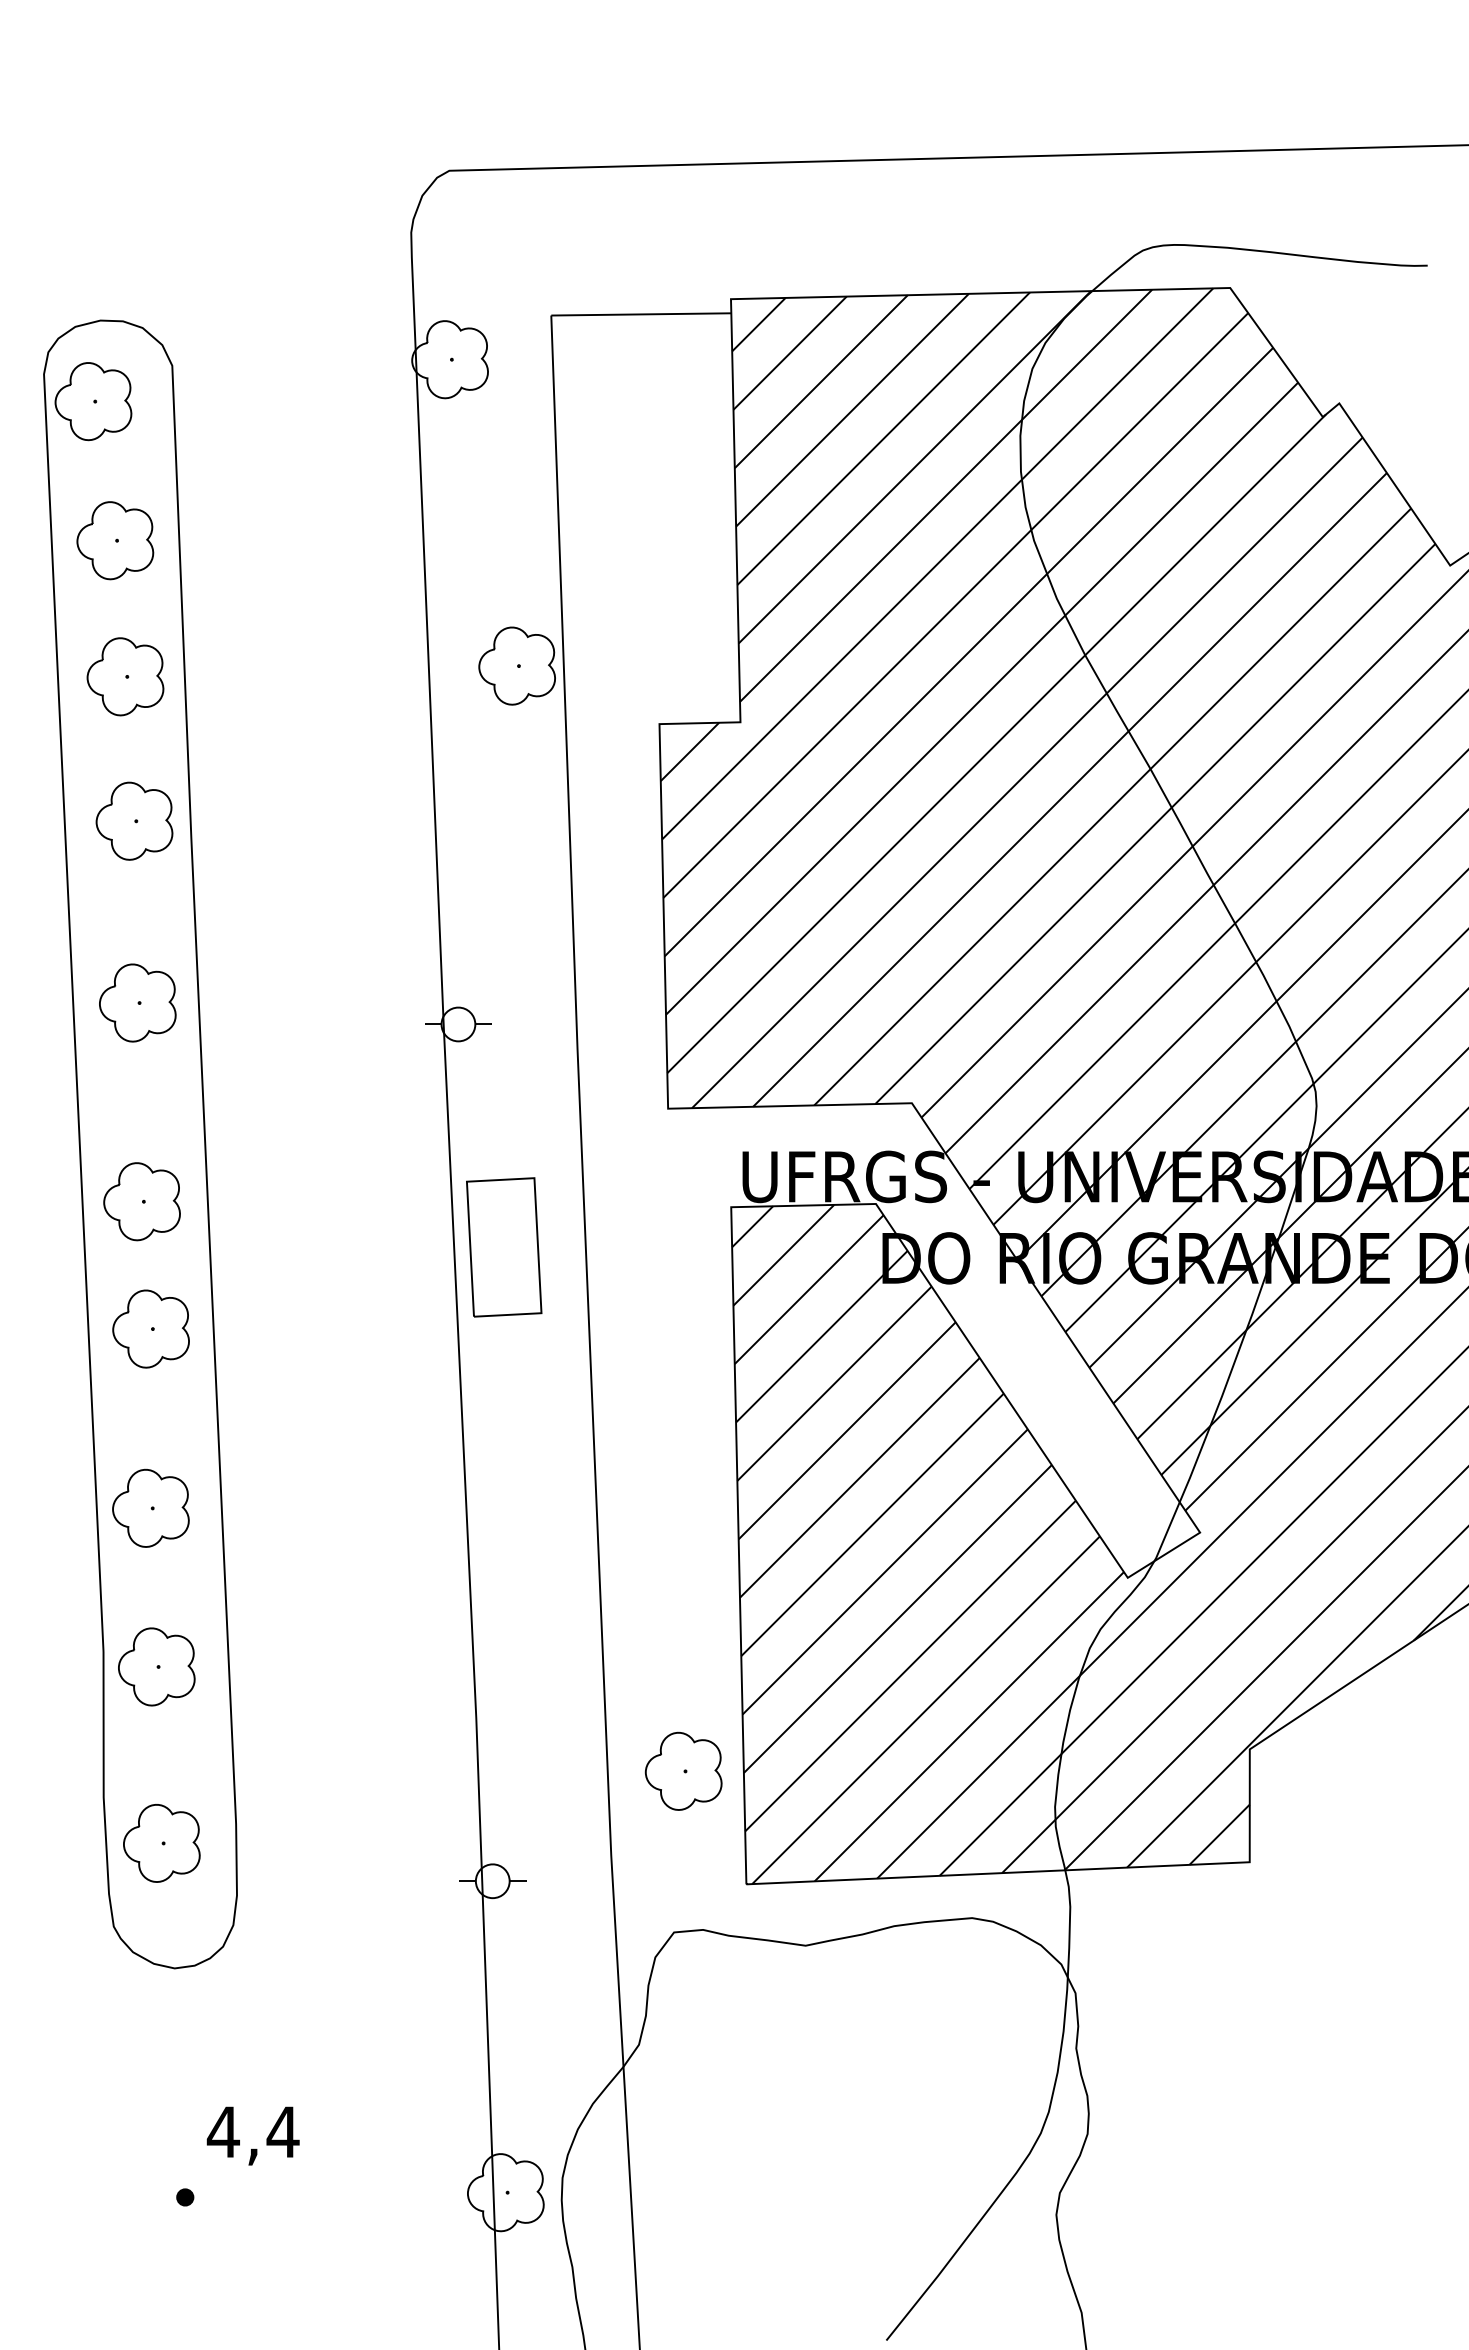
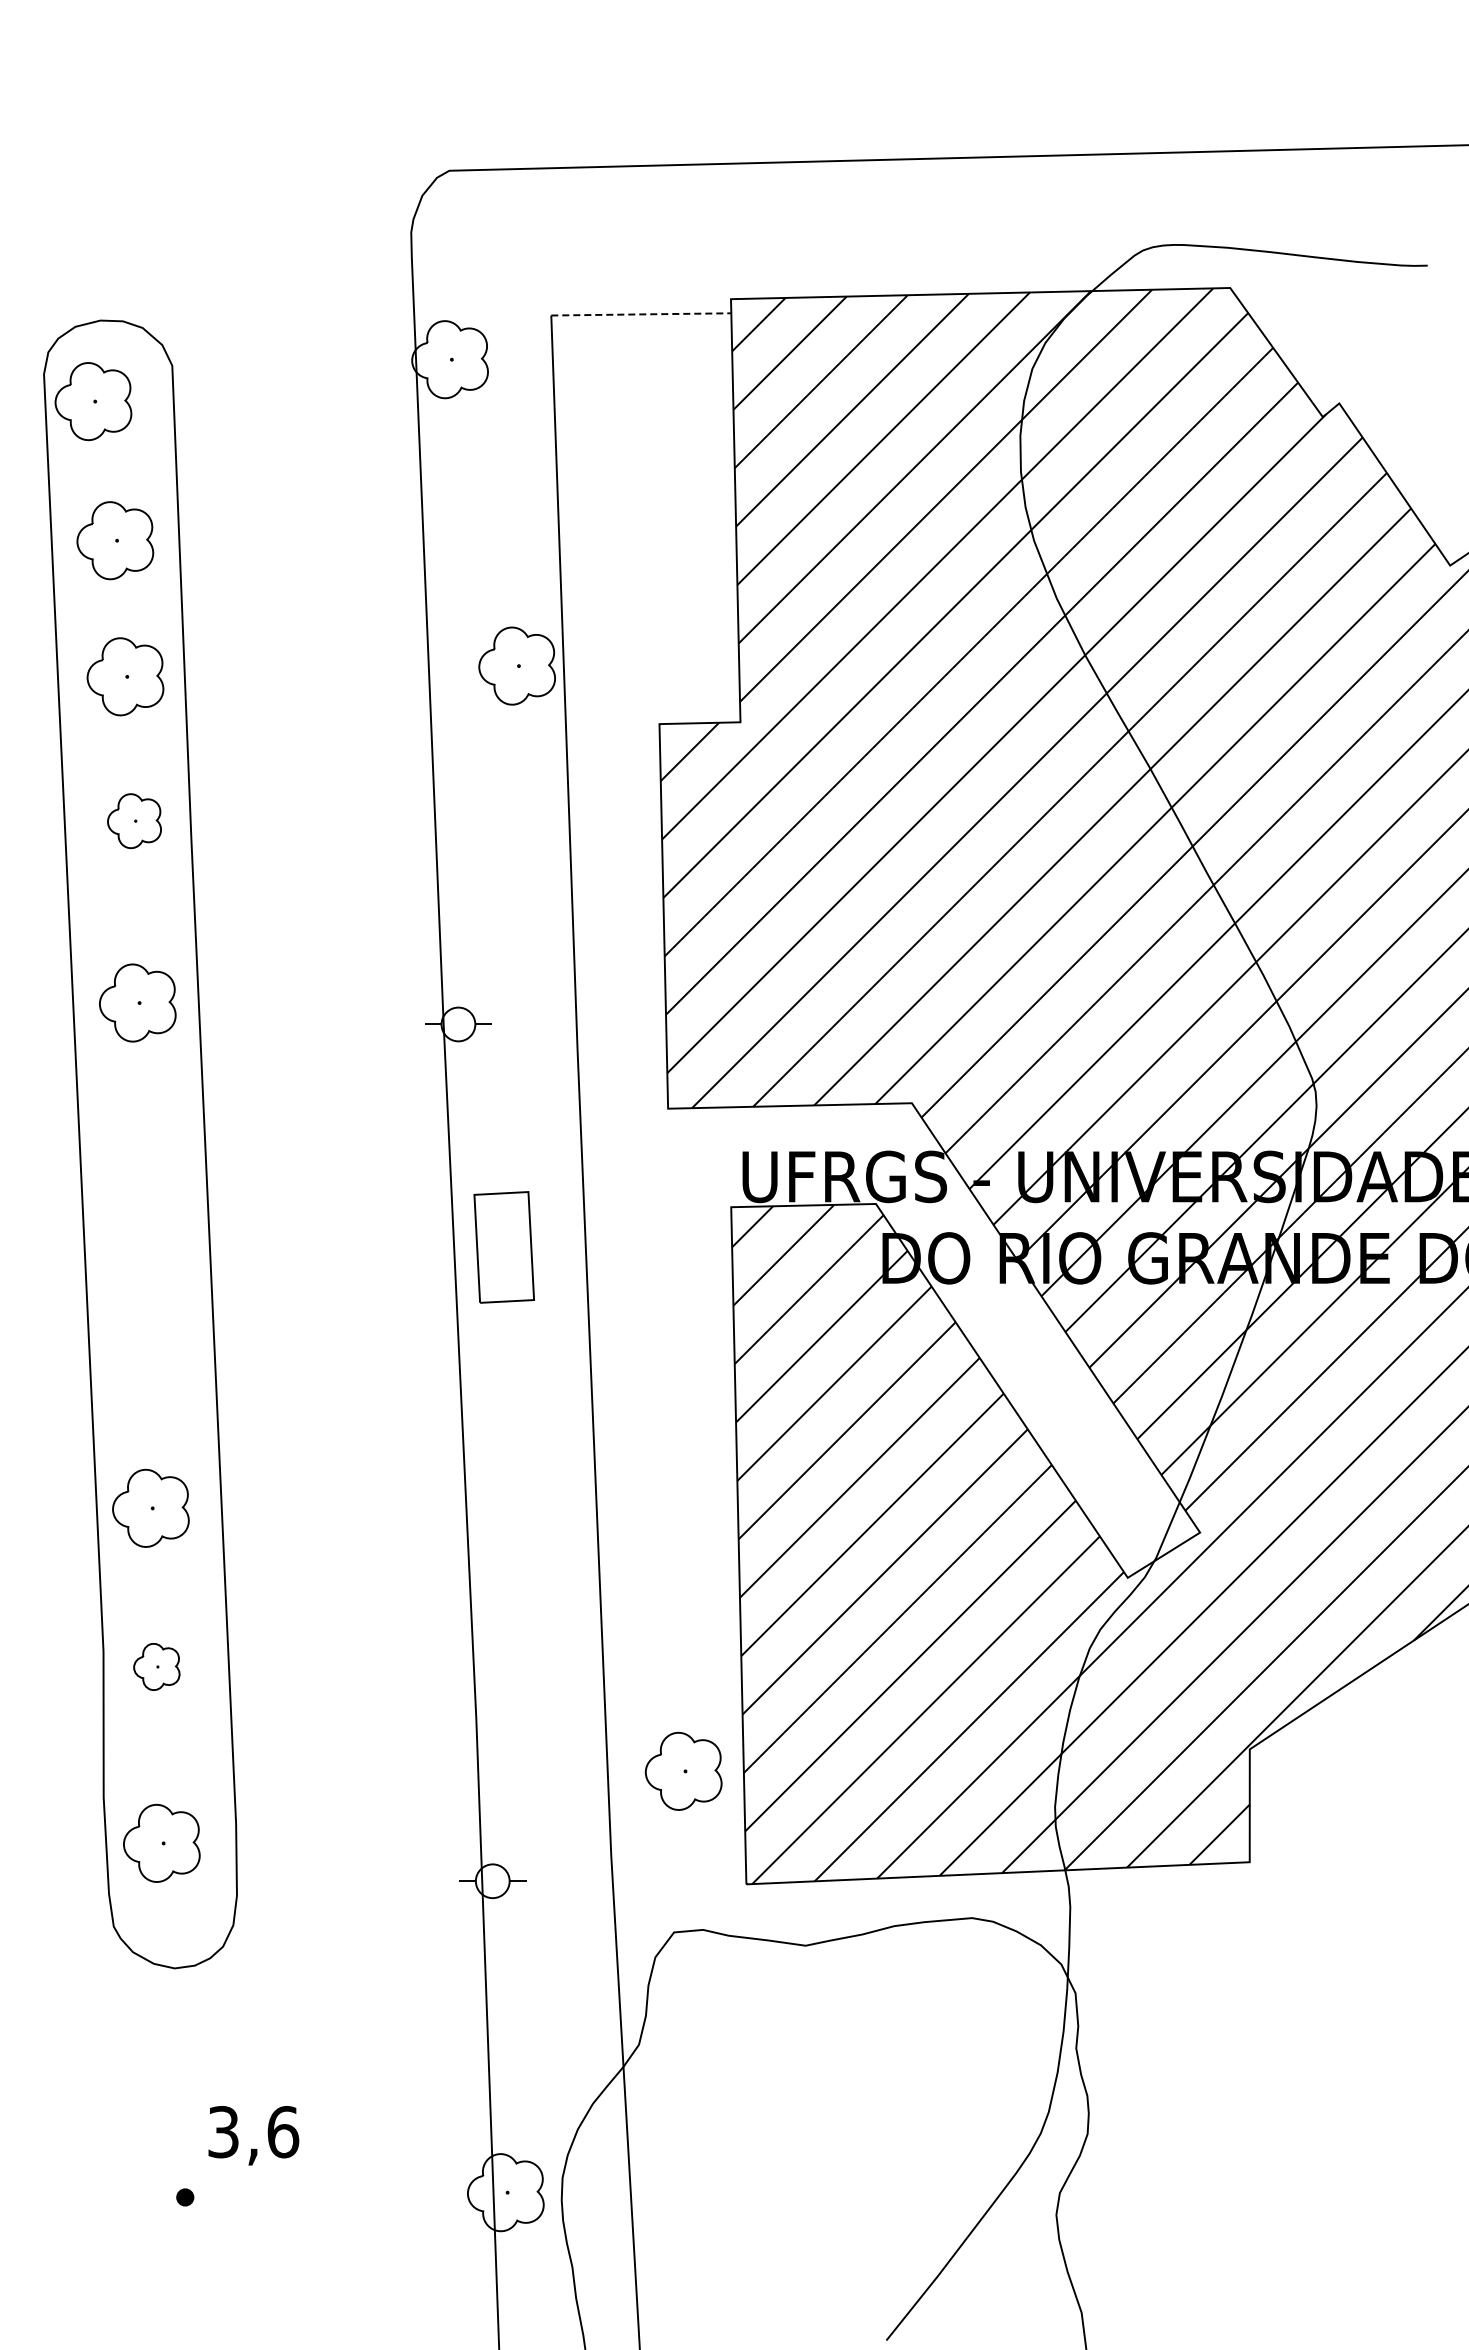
line at (641, 314): solid -> dashed
part at (134, 820) size: 79x80 px -> 55x57 px
part at (141, 1201): present -> none
part at (504, 1247) size: 77x141 px -> 62x113 px
part at (150, 1328): present -> none
part at (156, 1666) size: 78x80 px -> 48x48 px
text at (252, 2132): 4,4 -> 3,6
